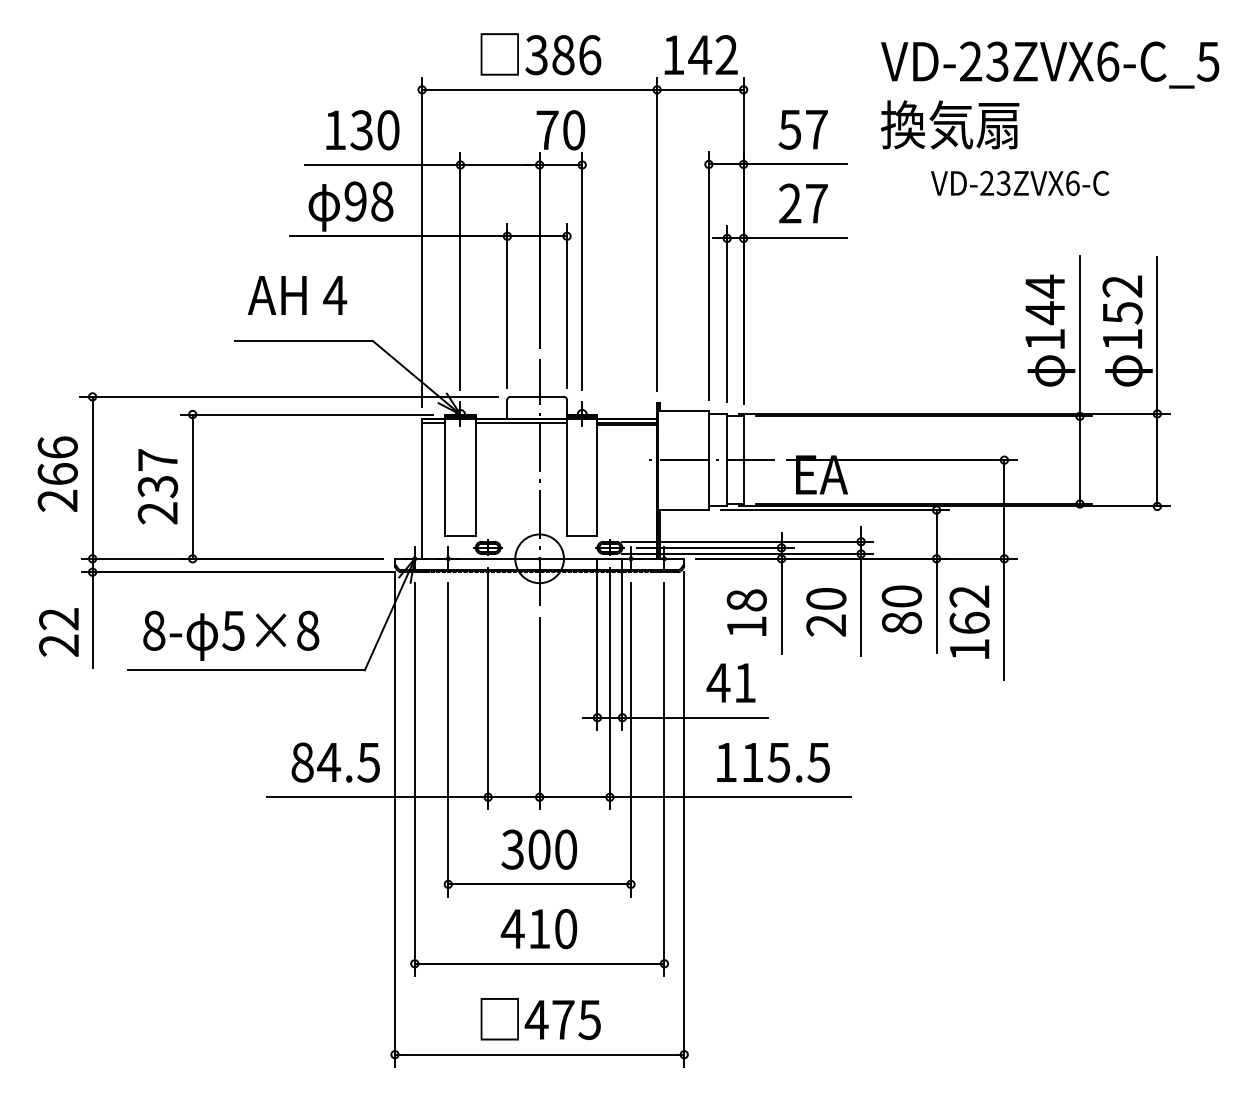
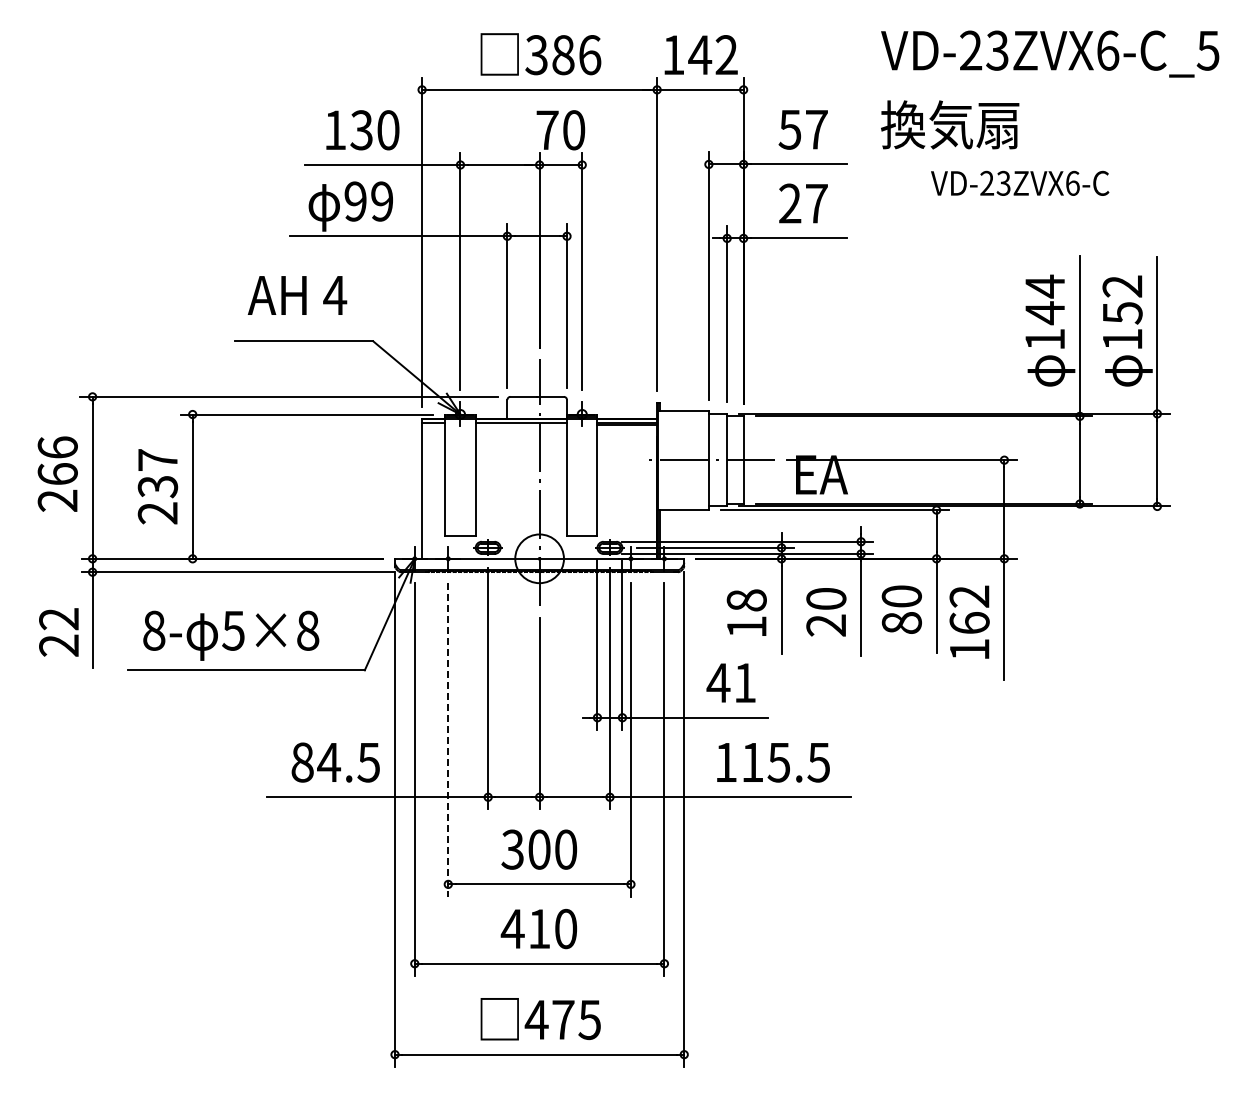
text at (1050, 64) position: (1050, 64) -> (1050, 53)
text at (382, 201): 98 -> 99
line at (448, 739): solid -> dashed
